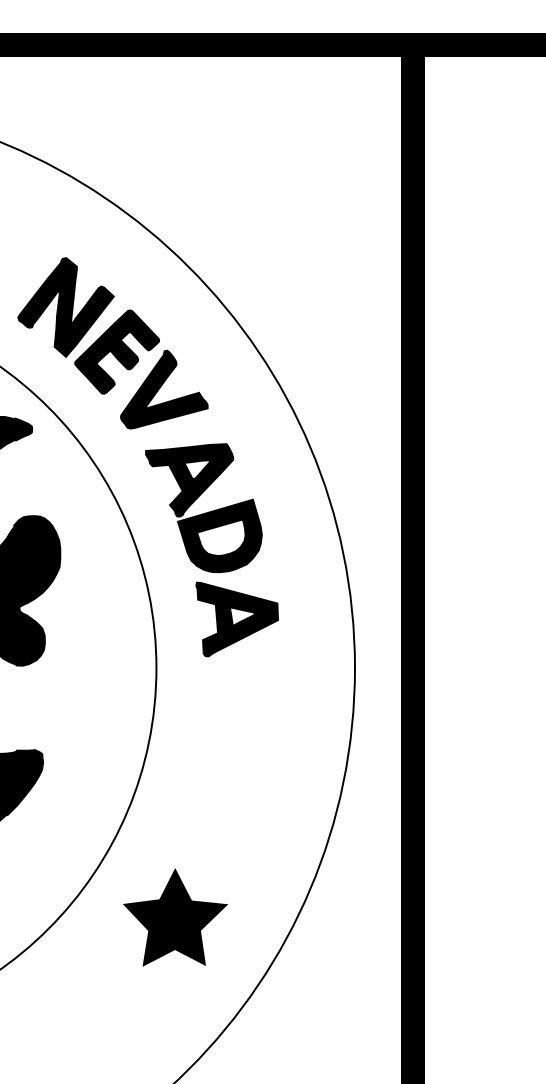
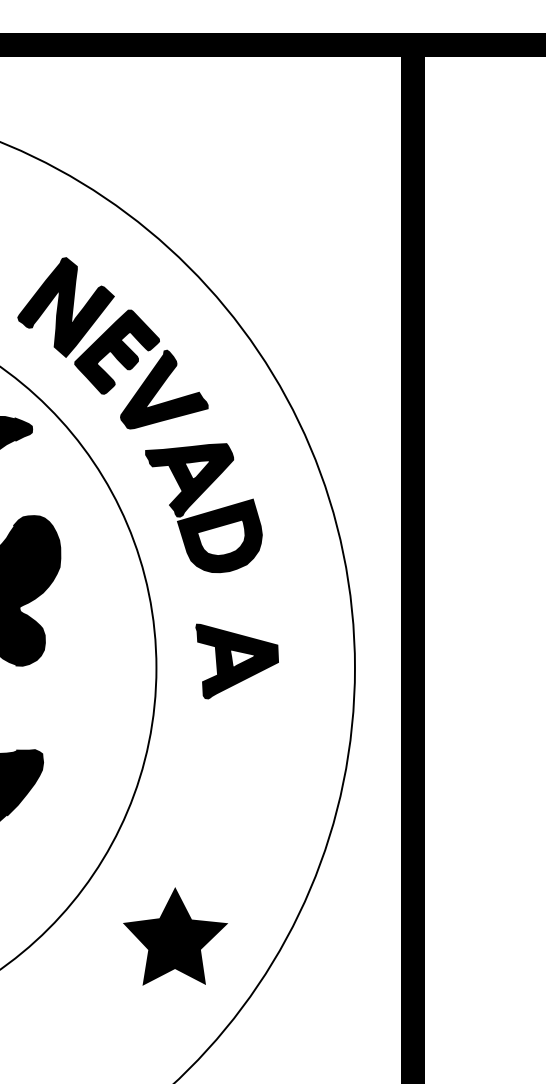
part at (236, 619) position: (236, 619) -> (236, 661)
part at (175, 917) position: (175, 917) -> (175, 936)
